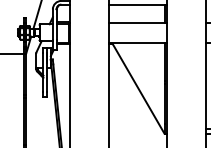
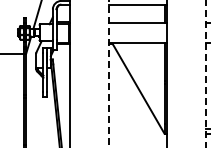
line at (108, 73): solid -> dashed
line at (206, 73): solid -> dashed
